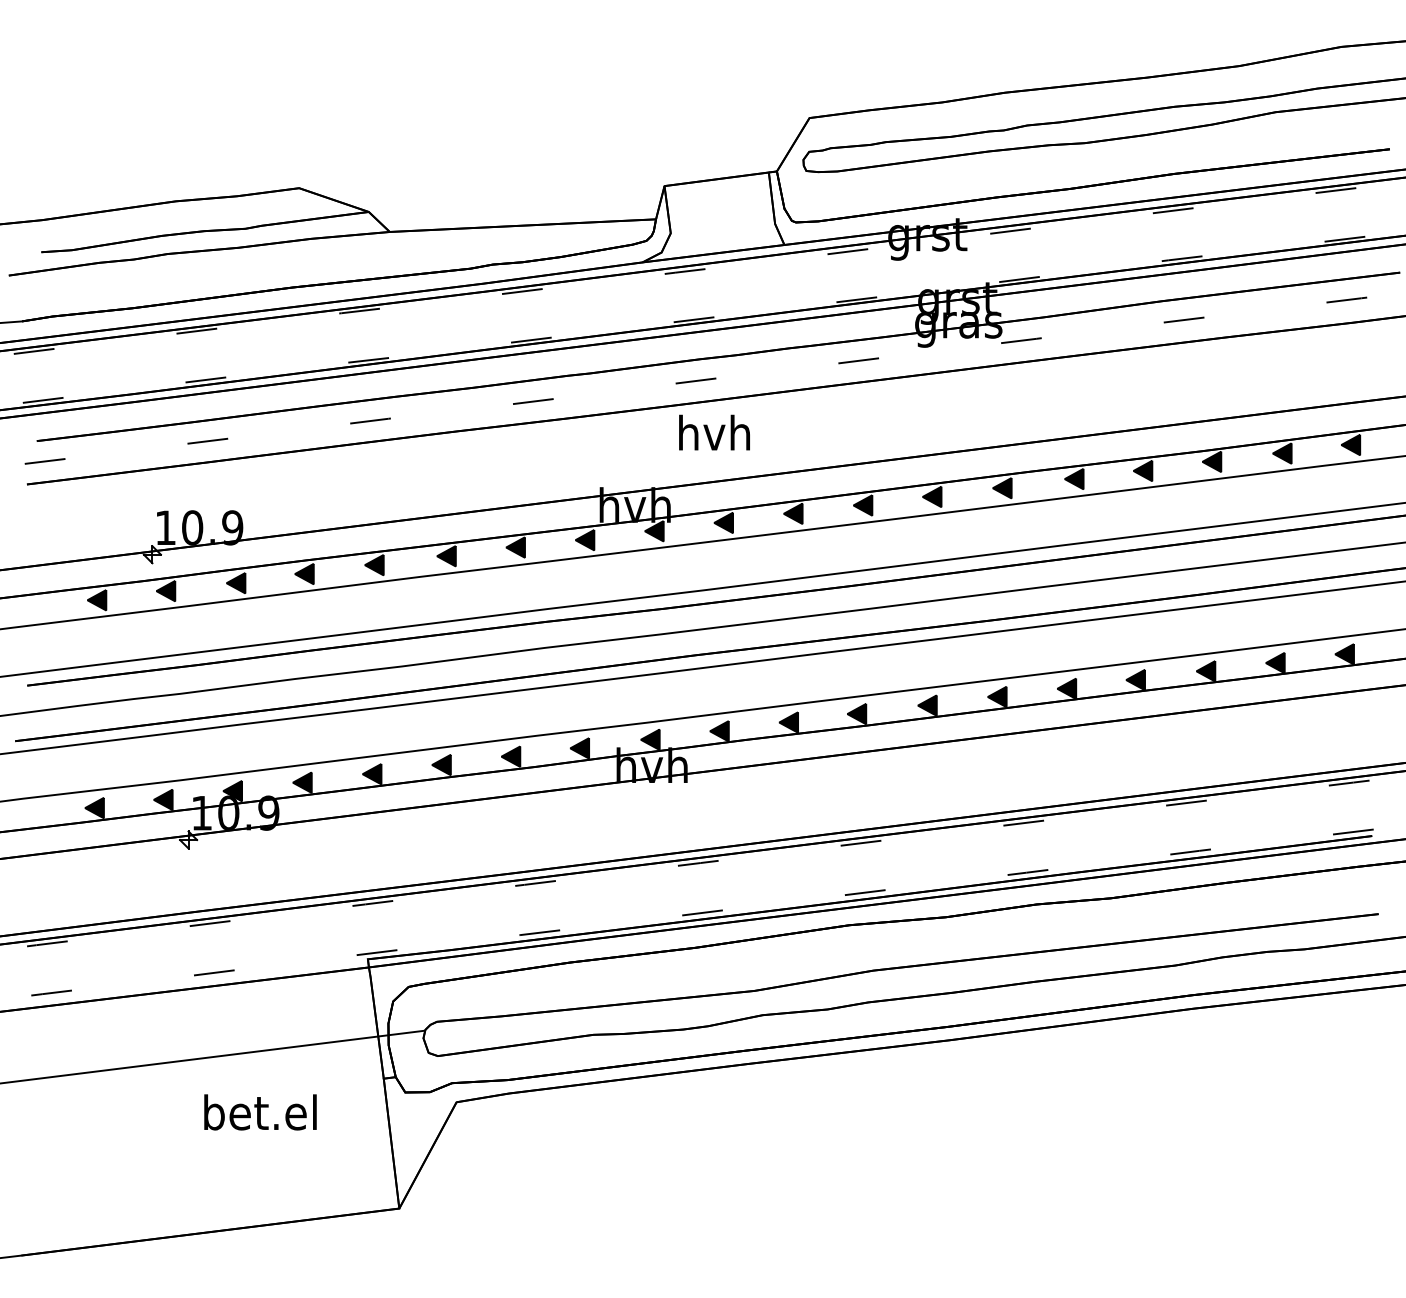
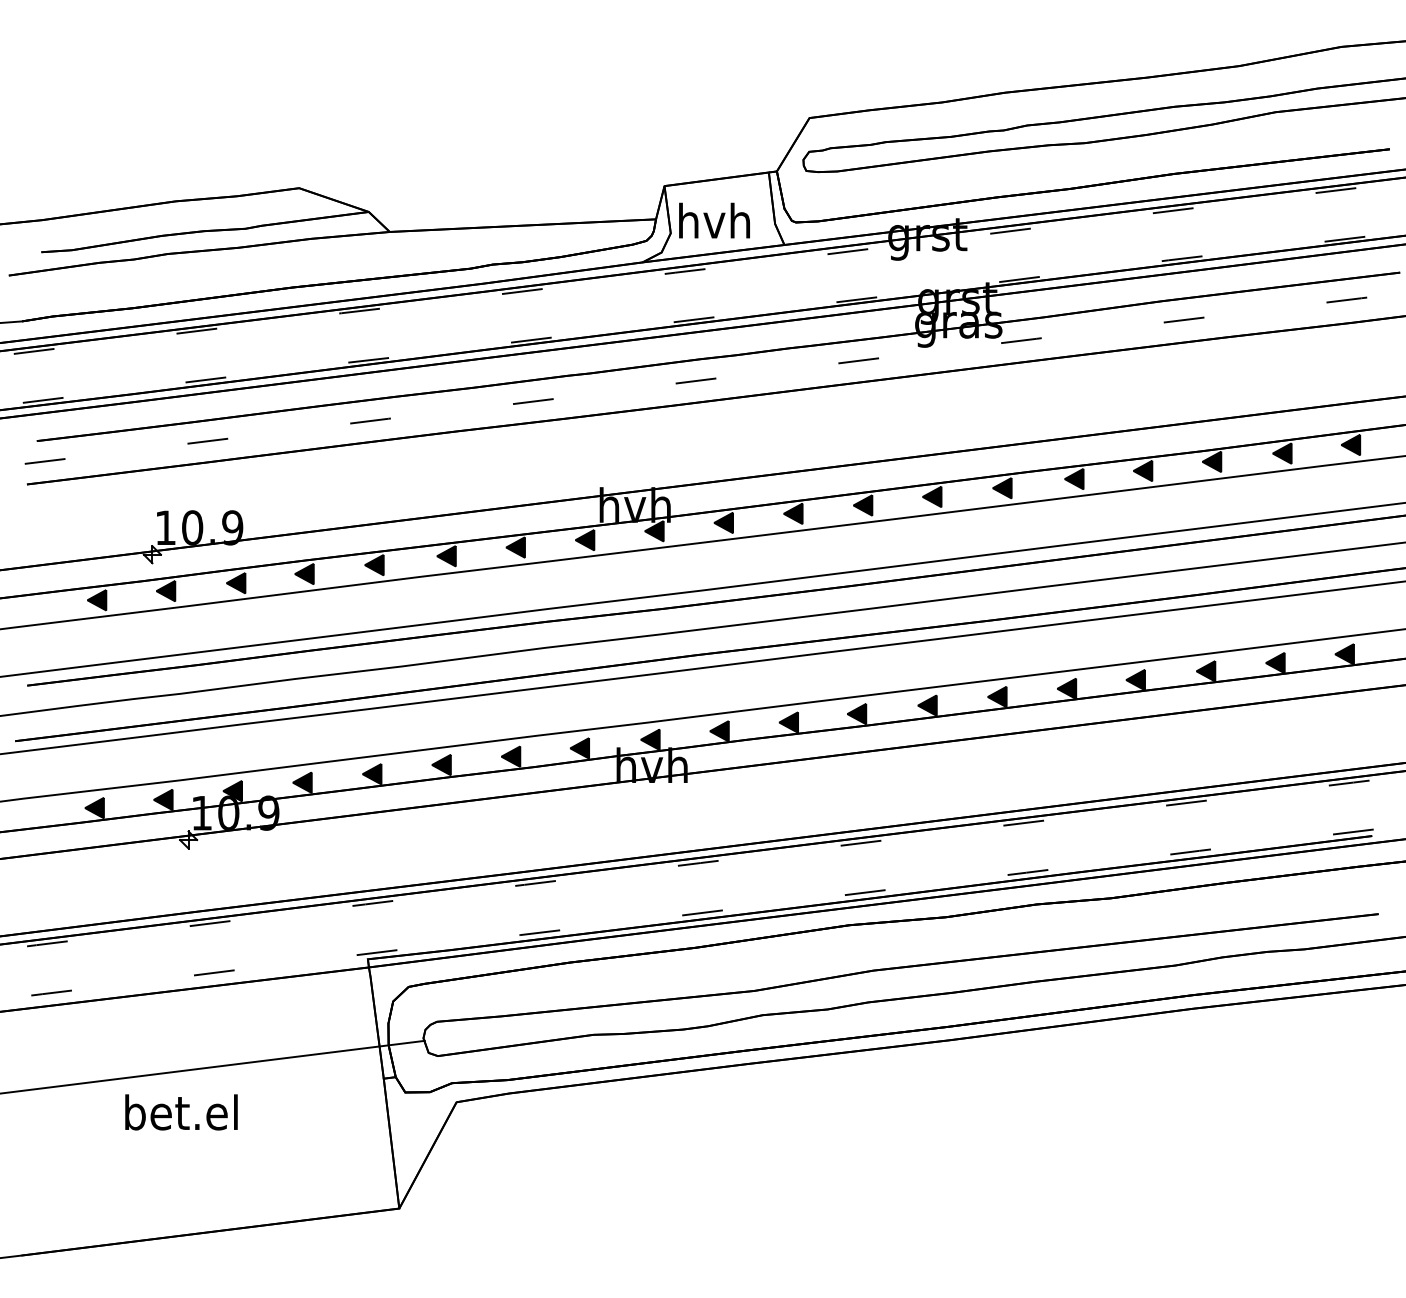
text at (714, 432) position: (714, 432) -> (714, 220)
line at (212, 1056) position: (212, 1056) -> (213, 1066)
text at (260, 1112) position: (260, 1112) -> (181, 1112)
